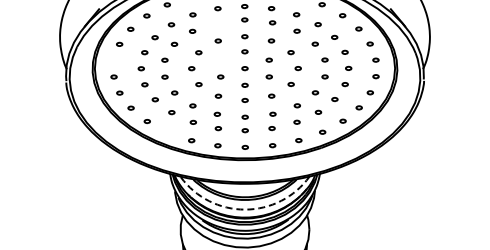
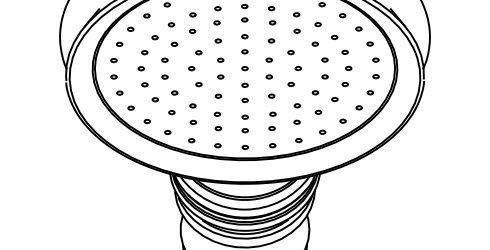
part at (216, 22): none -> present
part at (220, 59): none -> present
part at (113, 60): none -> present
part at (167, 132): none -> present
arc at (245, 209): dashed -> solid
